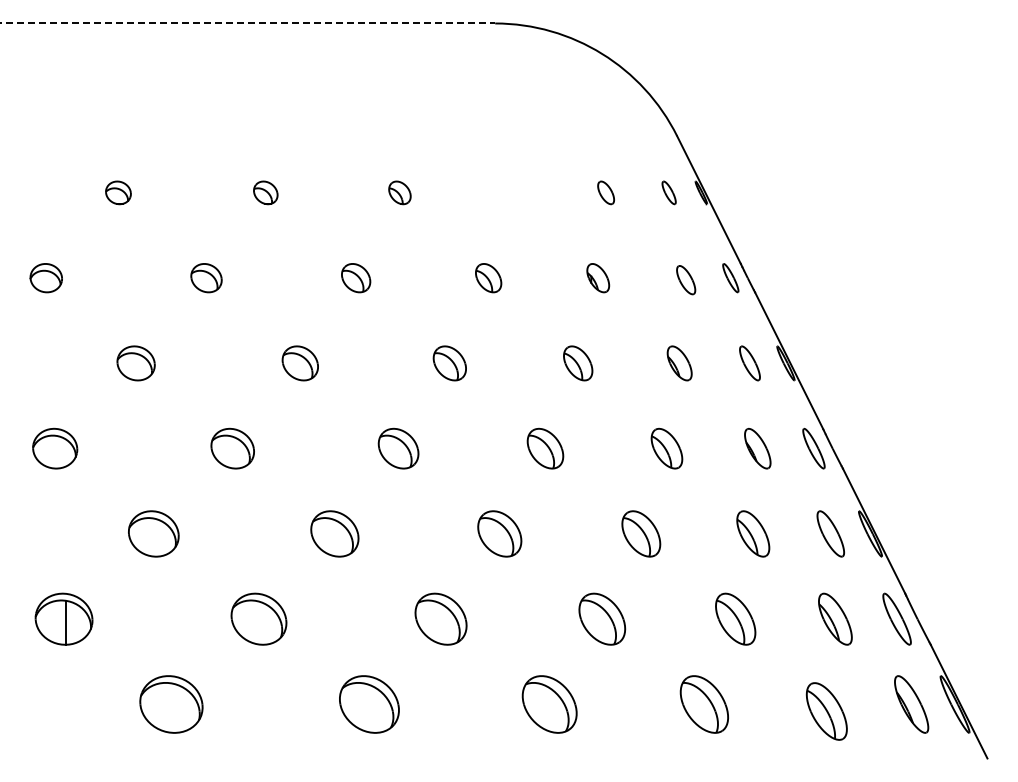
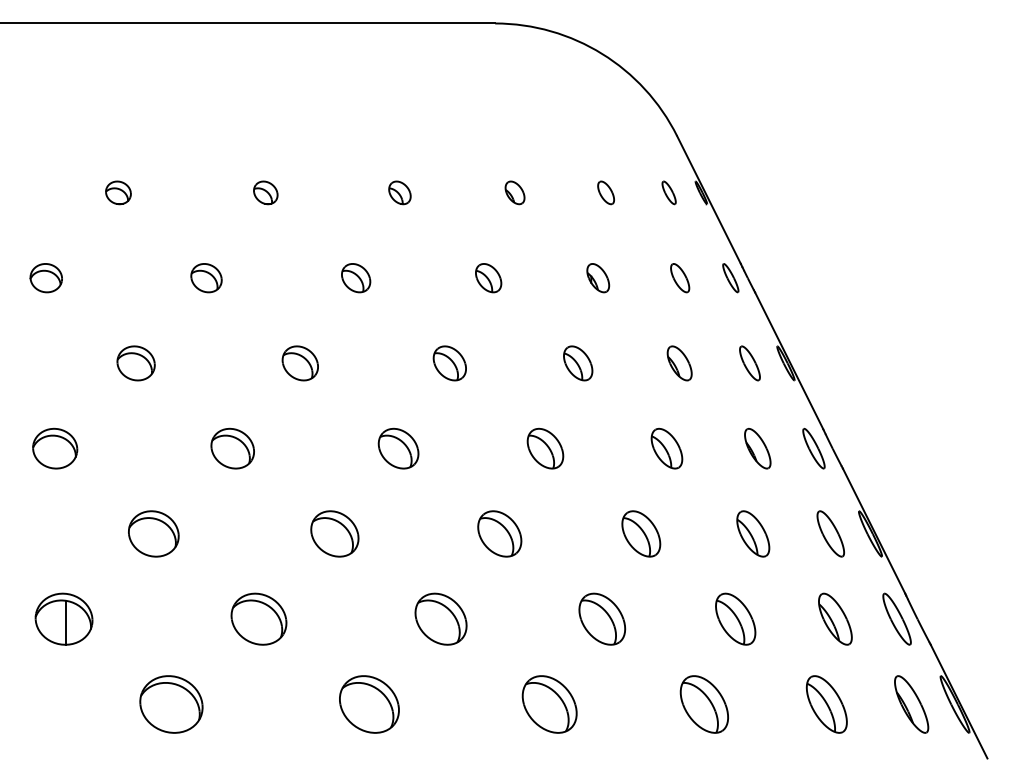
line at (248, 23): dashed -> solid
part at (514, 192): none -> present
part at (686, 280) position: (686, 280) -> (680, 278)
part at (826, 711) position: (826, 711) -> (826, 704)
